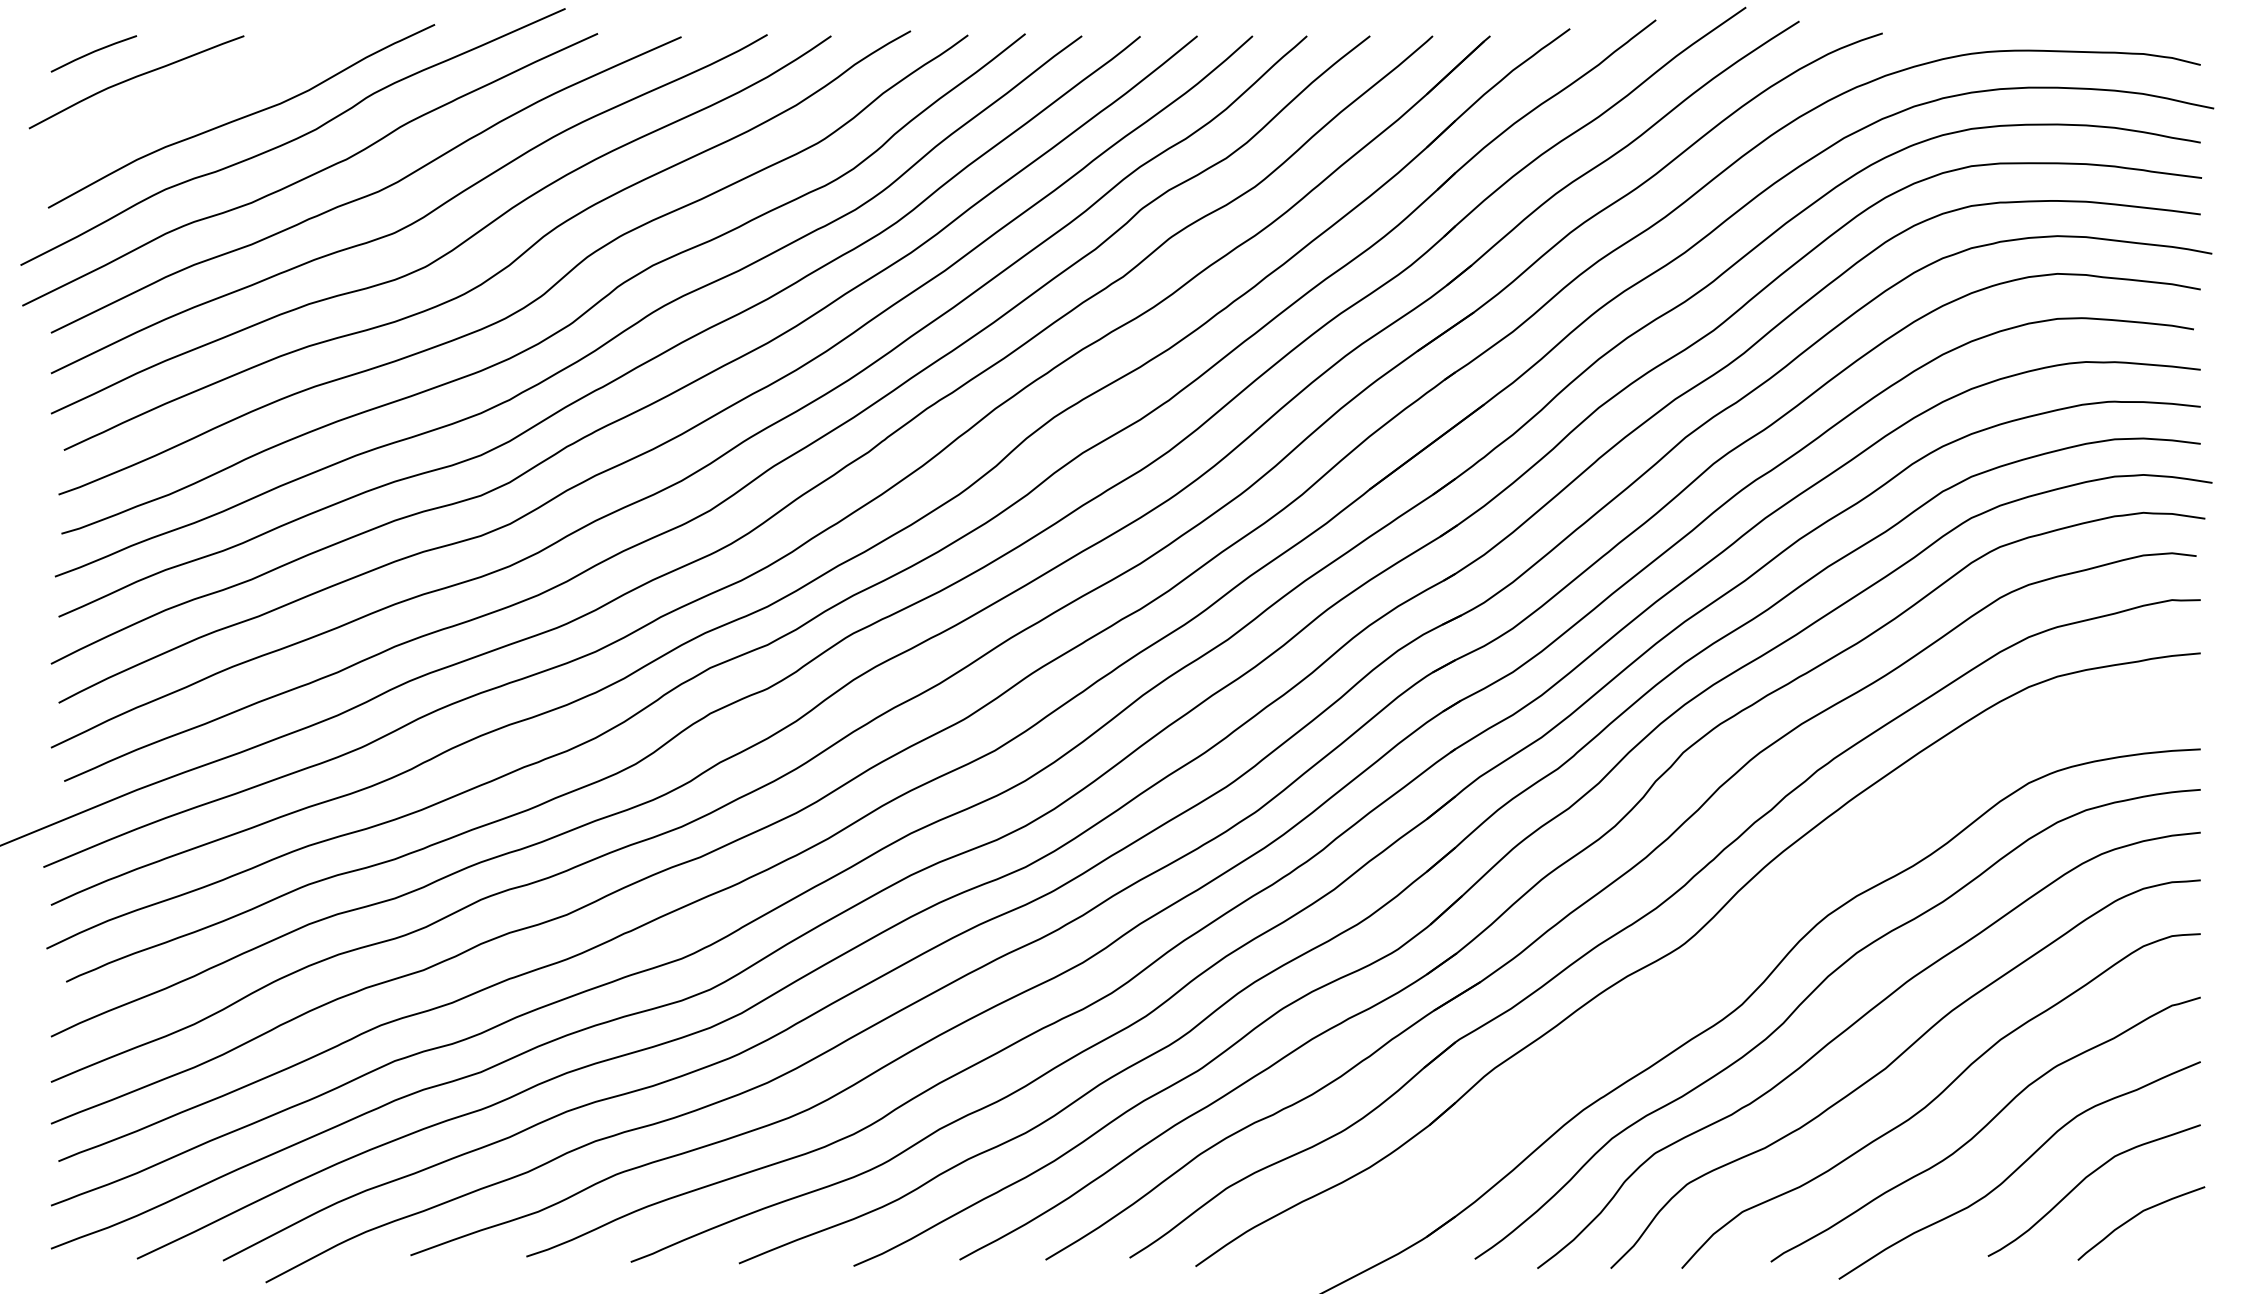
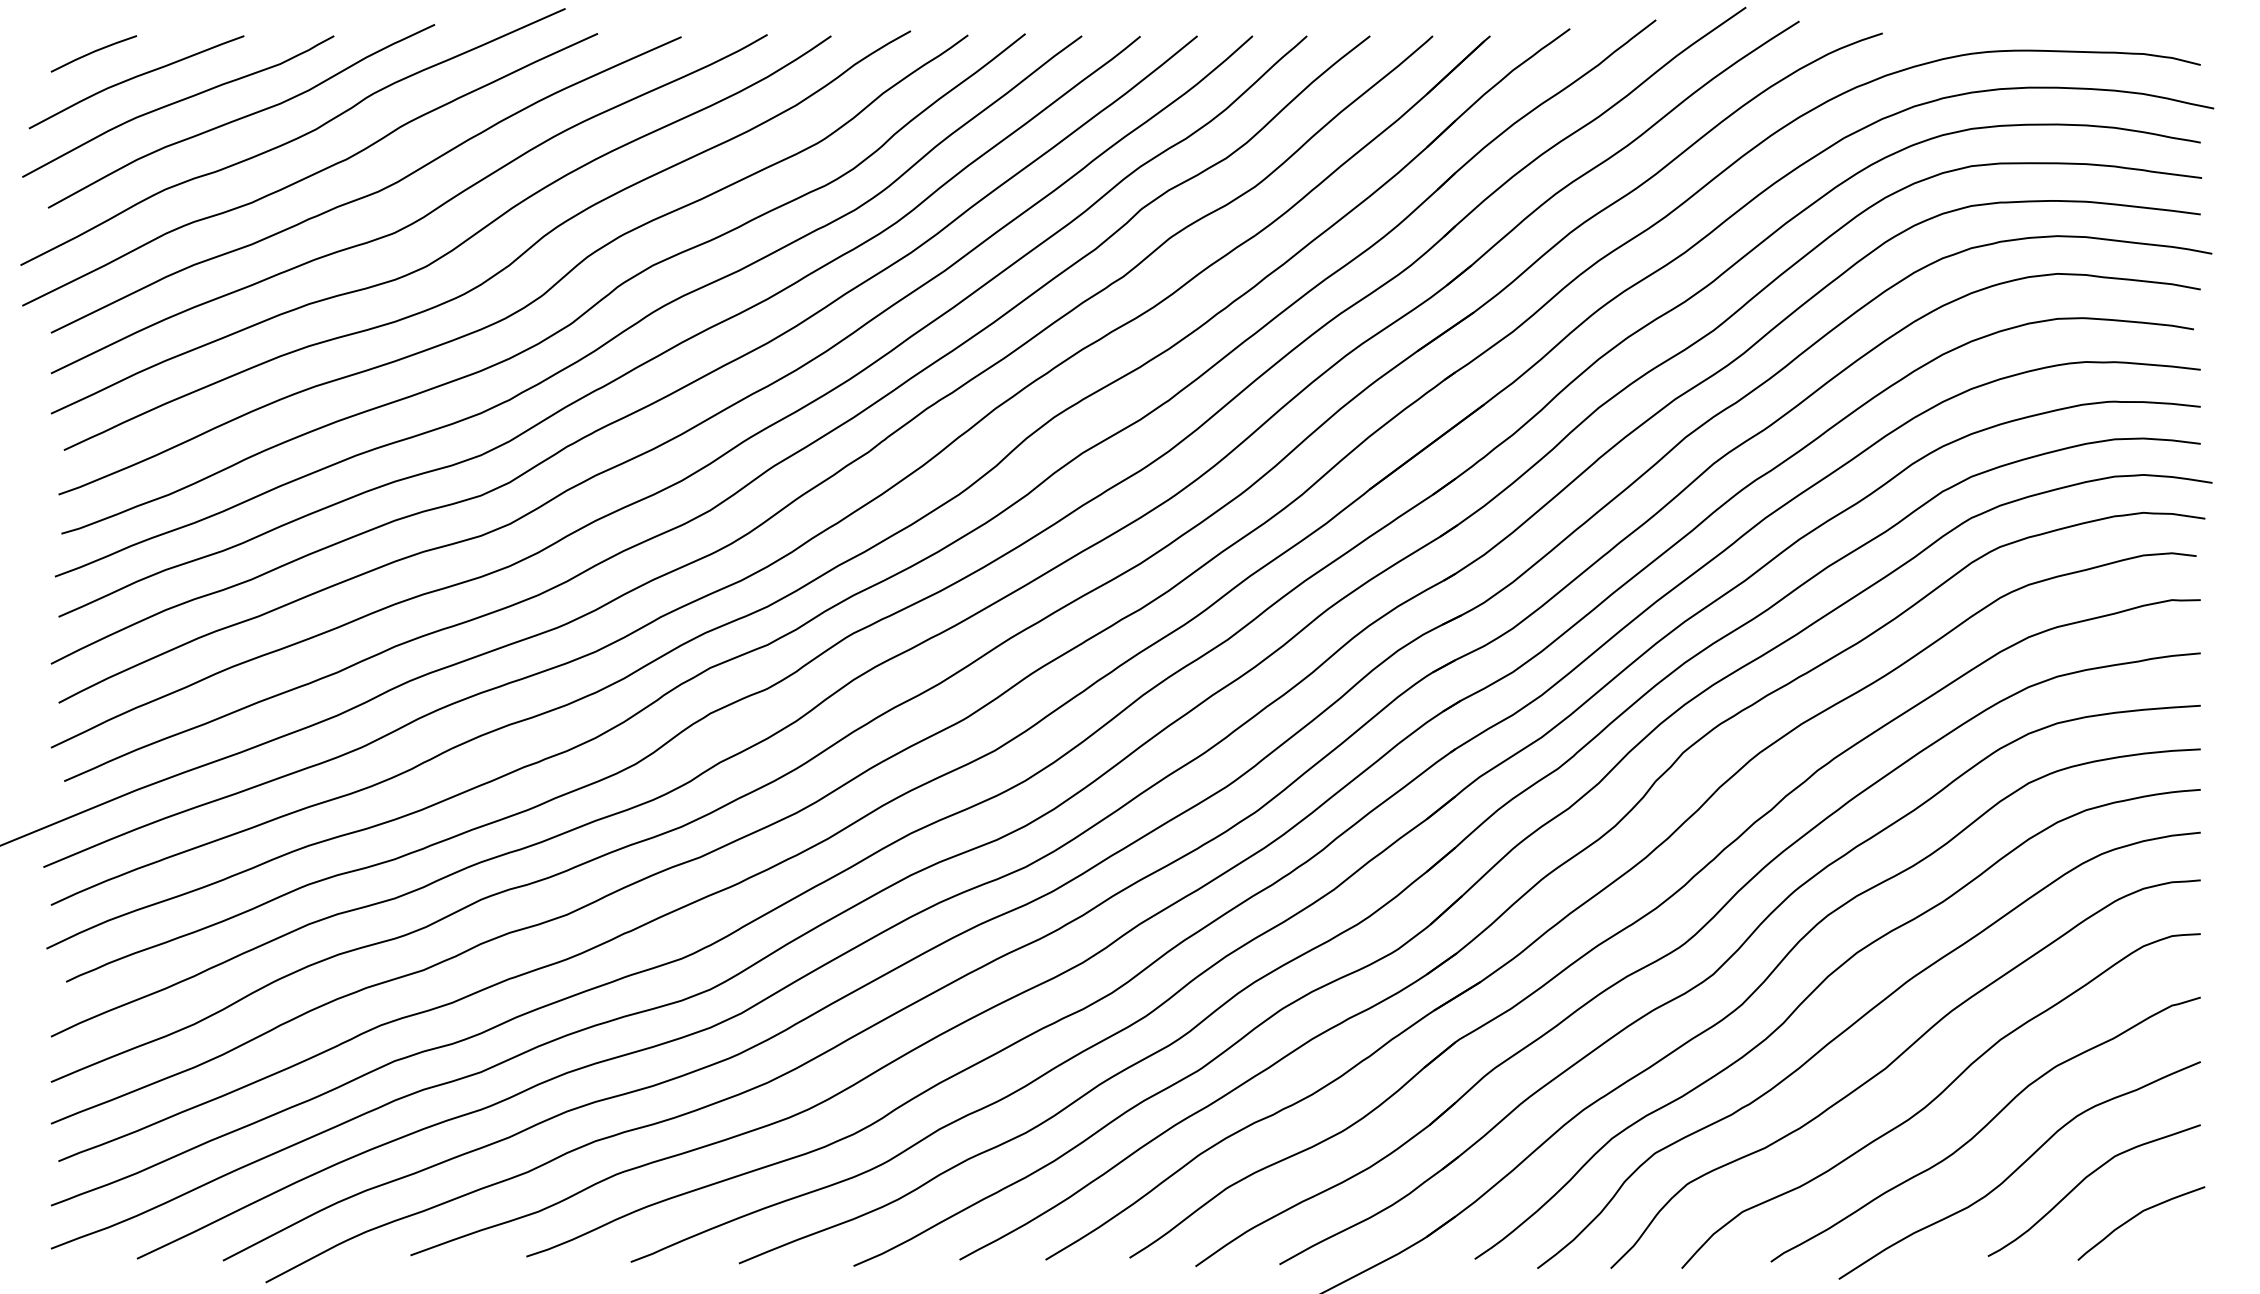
curve at (176, 103): none -> present
part at (1722, 966): none -> present
